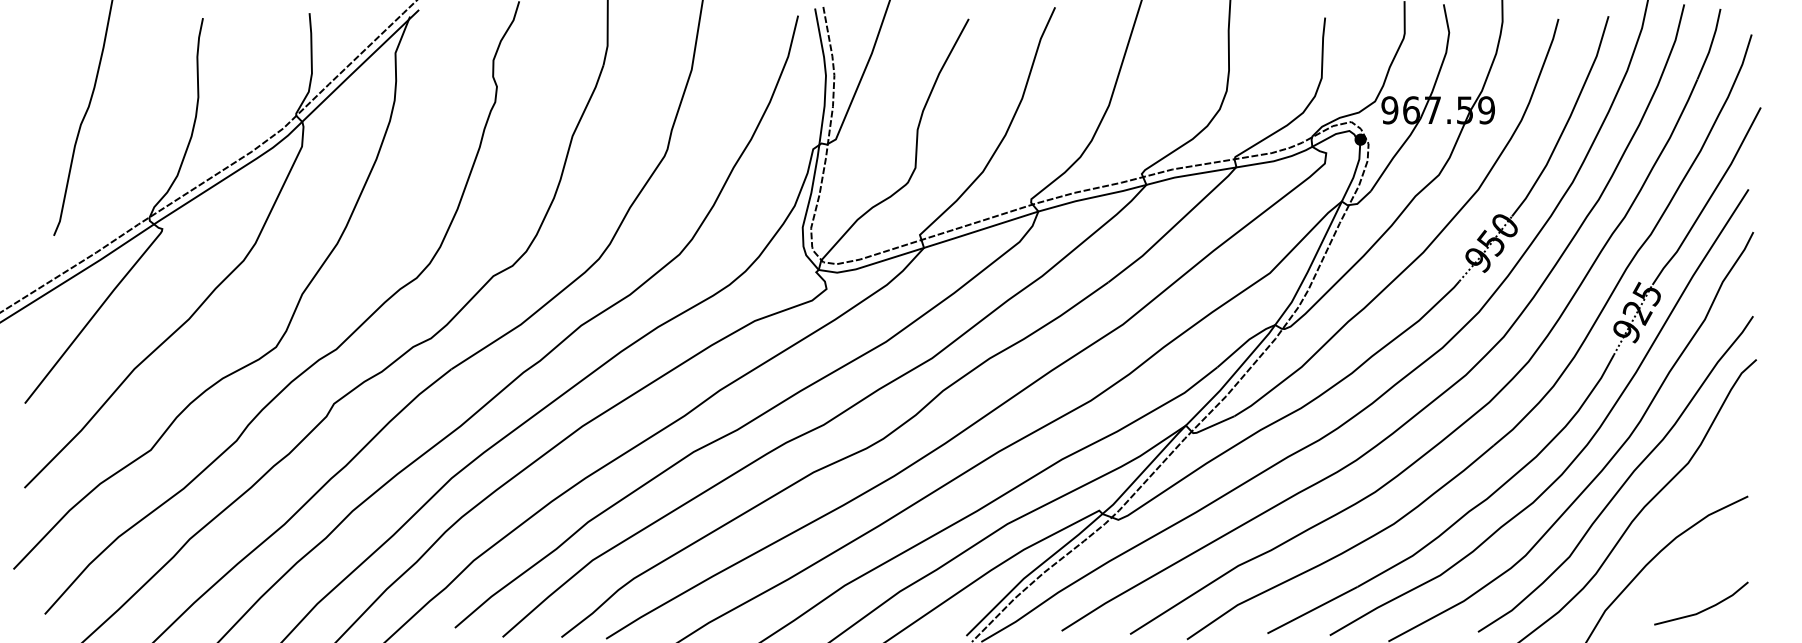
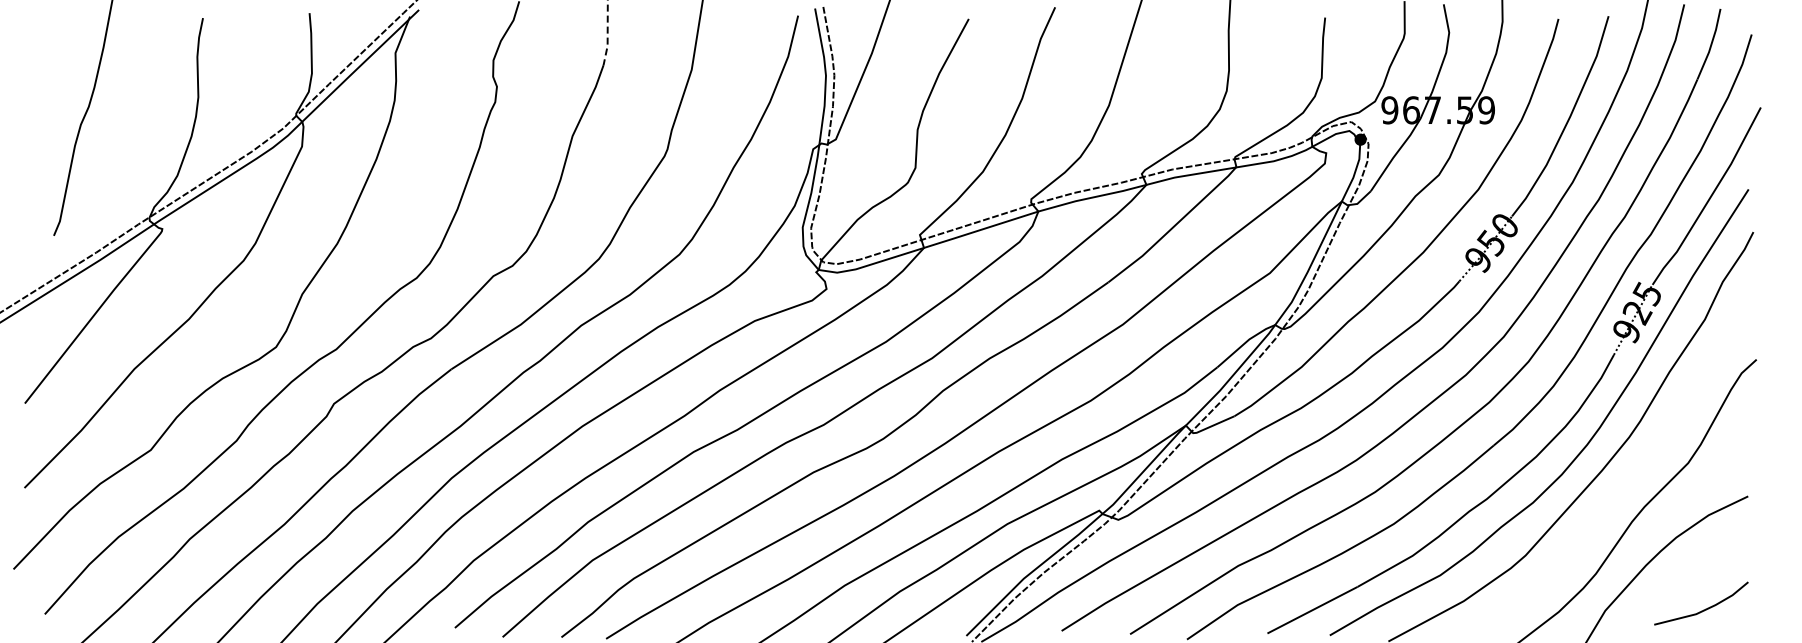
line at (607, 34): solid -> dashed
curve at (1623, 482): present -> none
